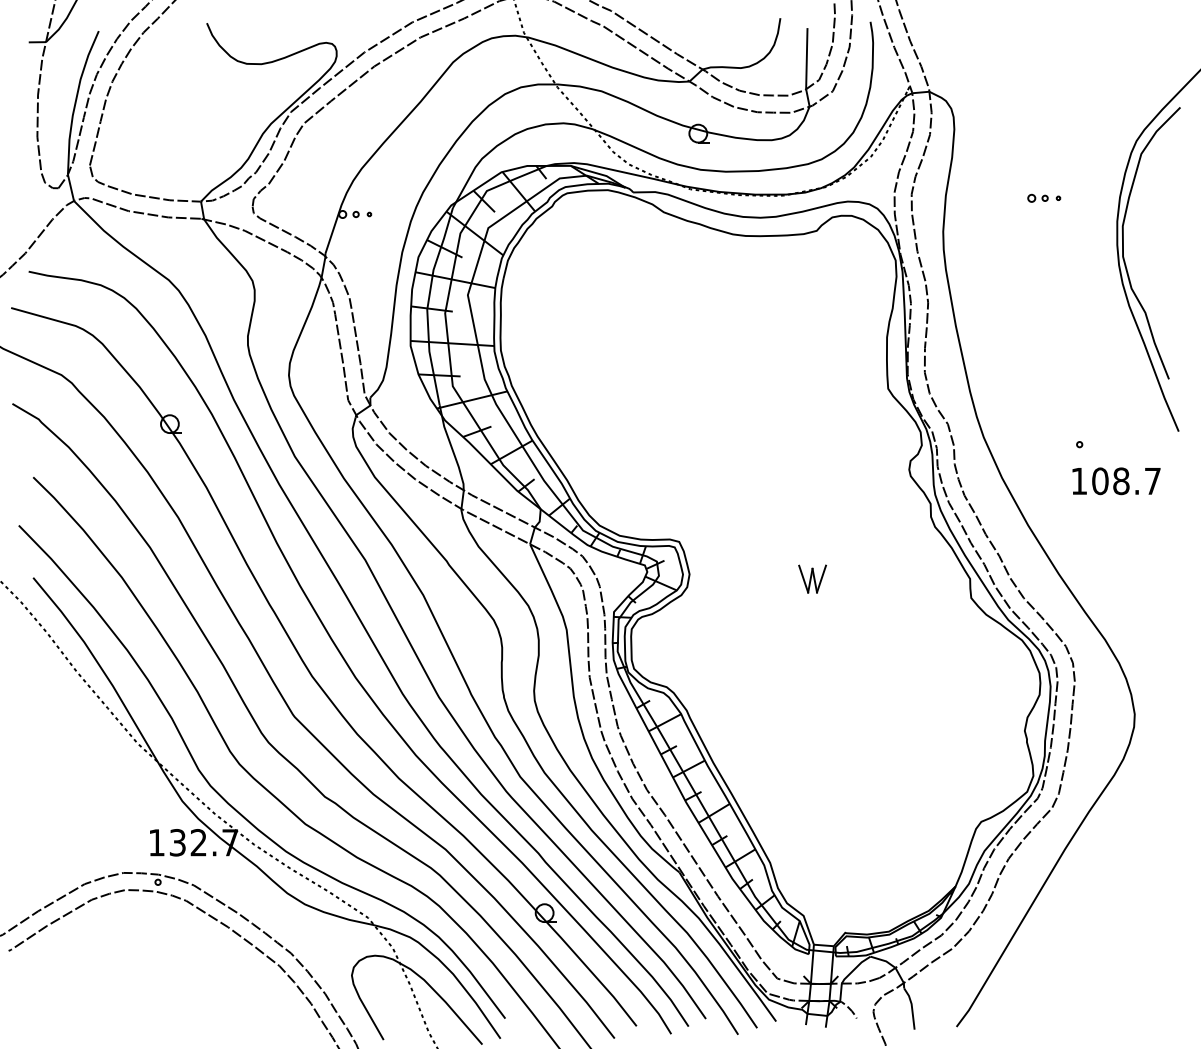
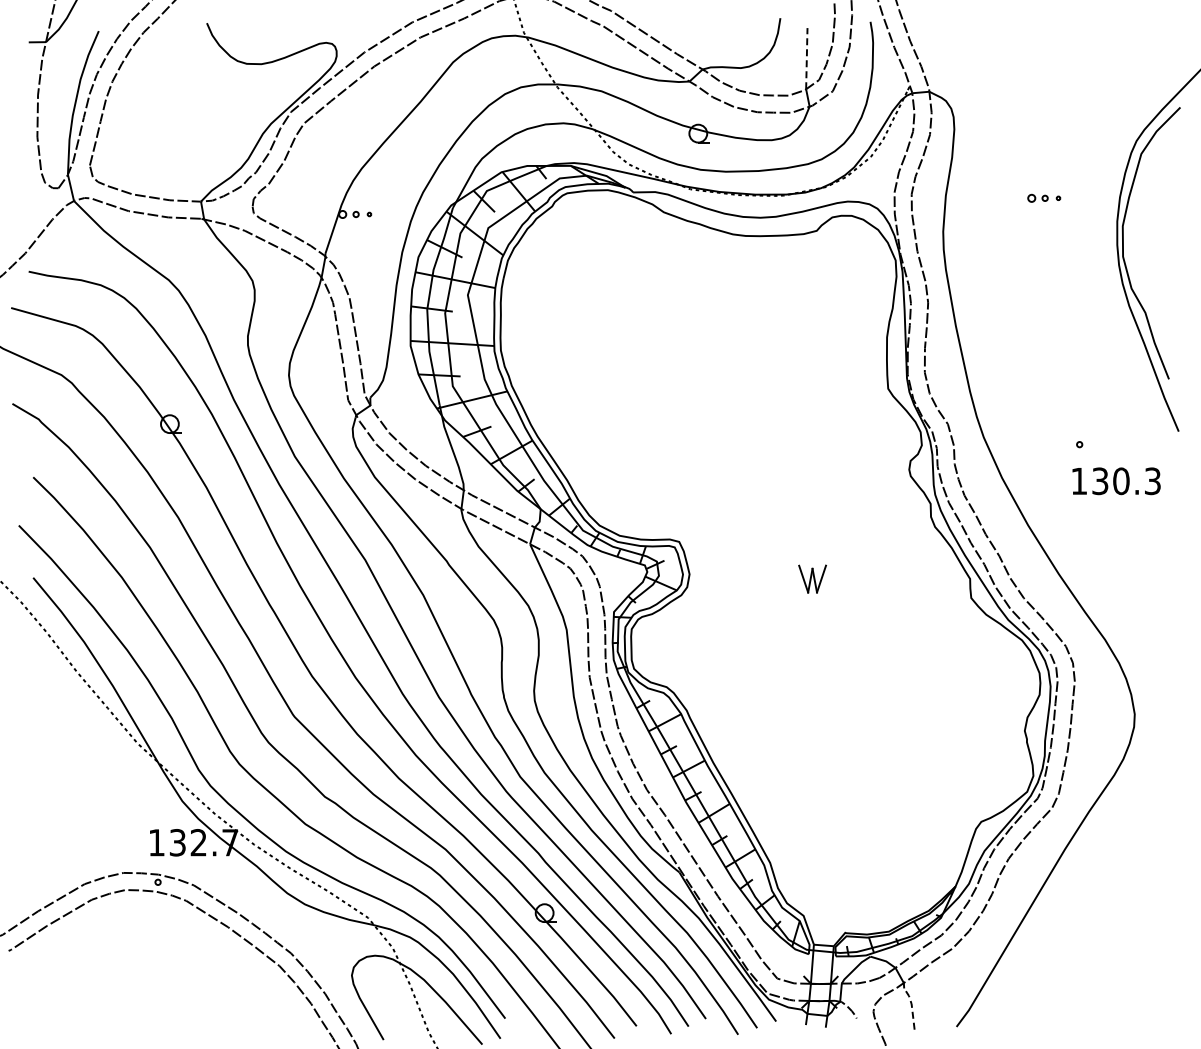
line at (806, 58): solid -> dashed
text at (1126, 481): 108.7 -> 130.3
line at (911, 1006): solid -> dashed
